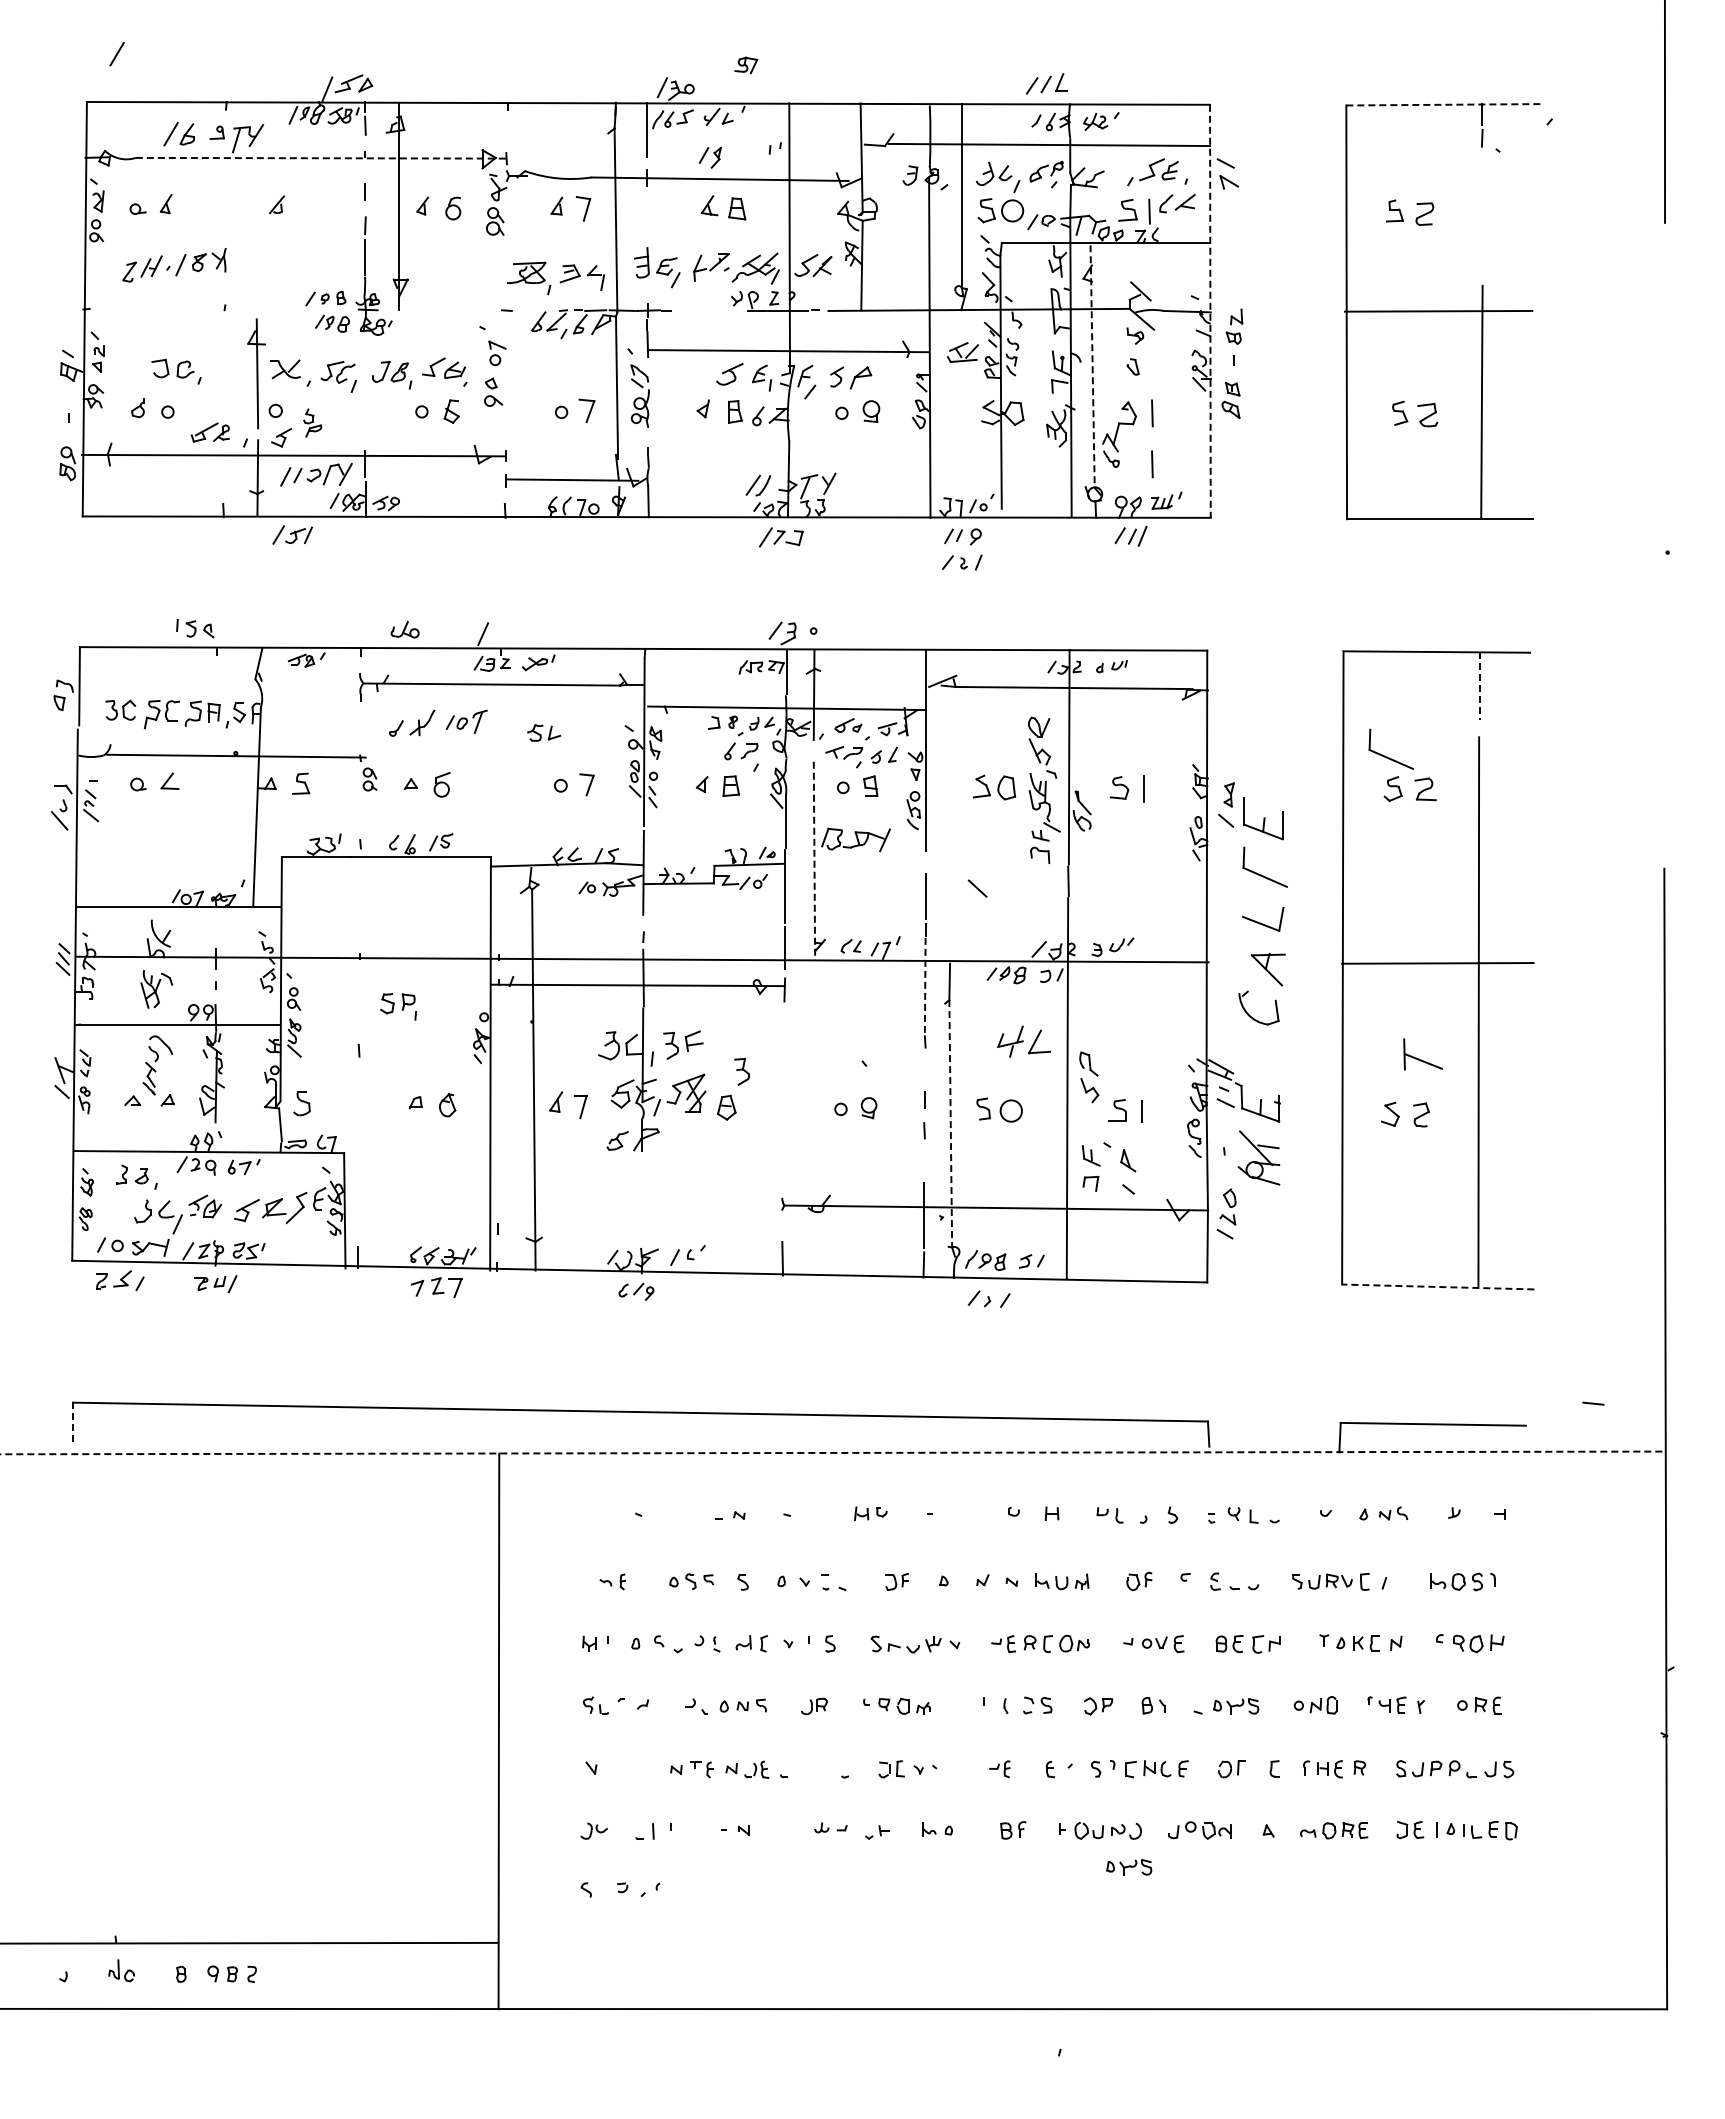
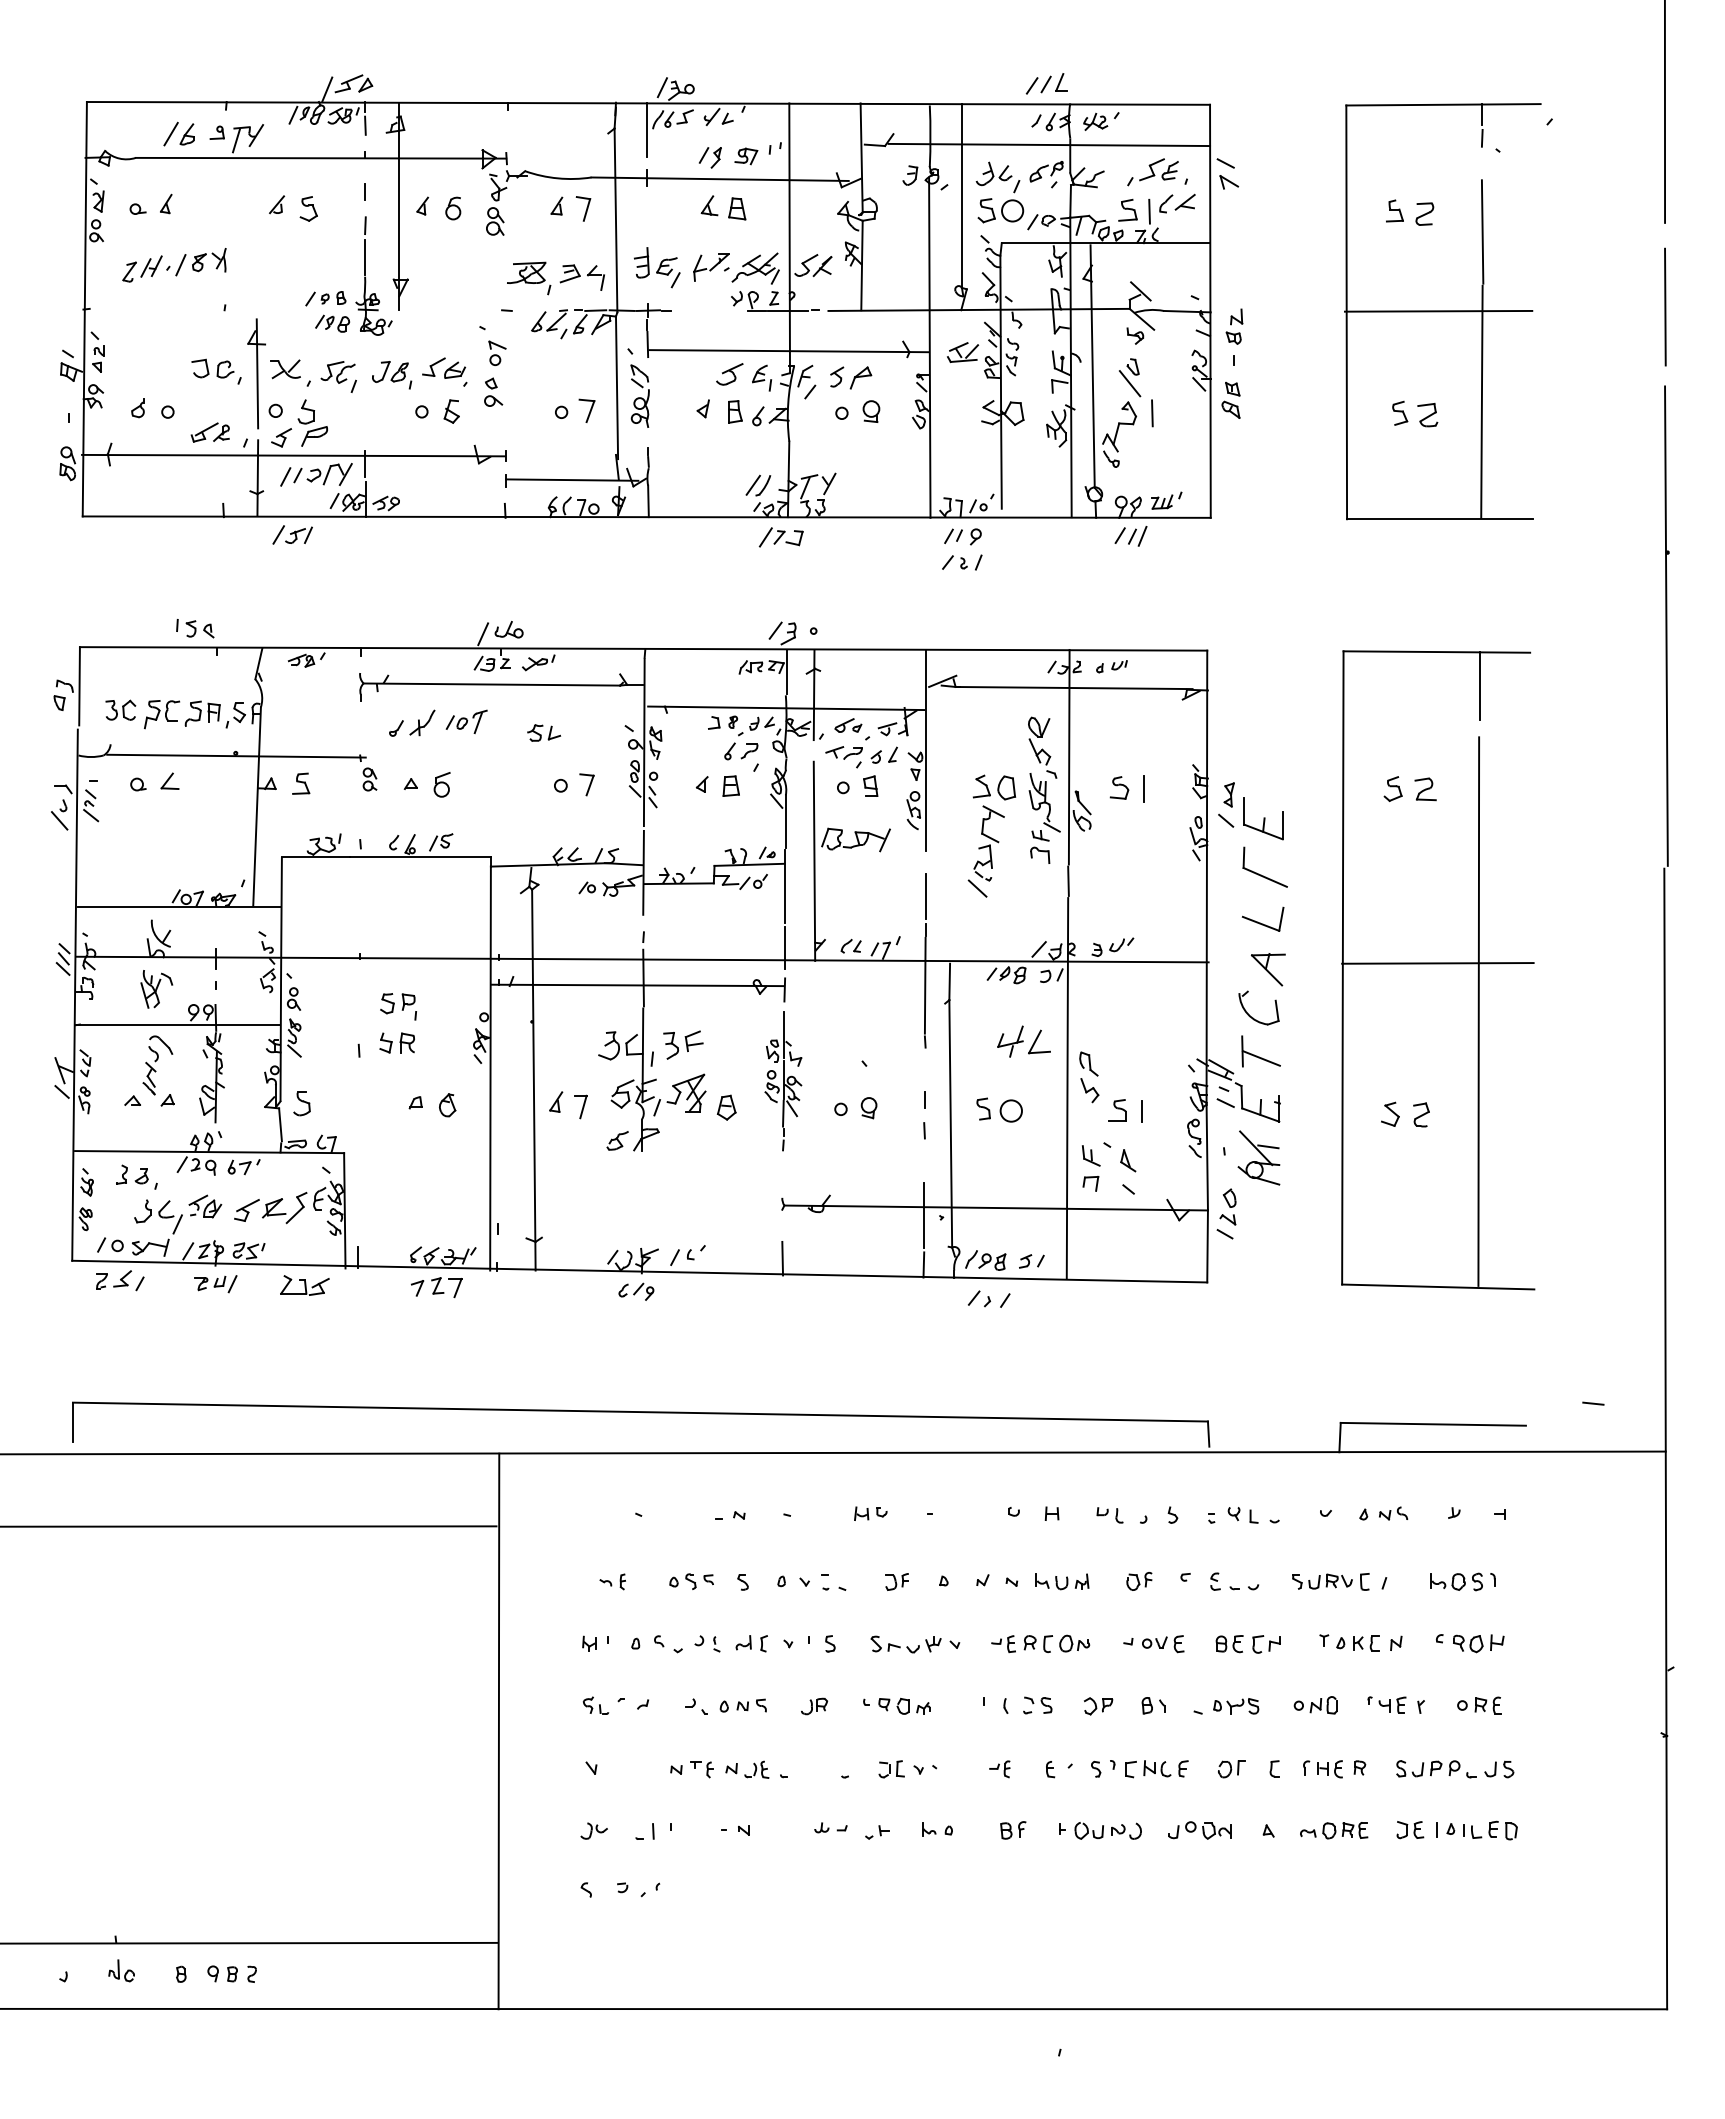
line at (116, 53): present -> none
part at (746, 65) position: (746, 65) -> (746, 156)
line at (1443, 104): dashed -> solid
line at (321, 158): dashed -> solid
part at (308, 208): none -> present
line at (1482, 231): none -> present
line at (1665, 306): none -> present
line at (1210, 311): dashed -> solid
line at (1092, 367): dashed -> solid
part at (176, 371) position: (176, 371) -> (216, 371)
line at (1129, 383): none -> present
part at (312, 422) size: 20x30 px -> 31x48 px
line at (1152, 464): present -> none
line at (1666, 625): none -> present
part at (404, 629) position: (404, 629) -> (508, 629)
line at (1479, 685): dashed -> solid
part at (1387, 756): present -> none
part at (988, 843): none -> present
line at (814, 861): dashed -> solid
line at (925, 985): dashed -> solid
part at (396, 1042): none -> present
part at (1422, 1054) position: (1422, 1054) -> (1260, 1051)
part at (741, 1071): present -> none
part at (783, 1081): none -> present
line at (950, 1123): dashed -> solid
part at (304, 1285): none -> present
line at (1437, 1286): dashed -> solid
line at (72, 1422): dashed -> solid
line at (833, 1452): dashed -> solid
line at (249, 1526): none -> present
part at (1129, 1867): present -> none
